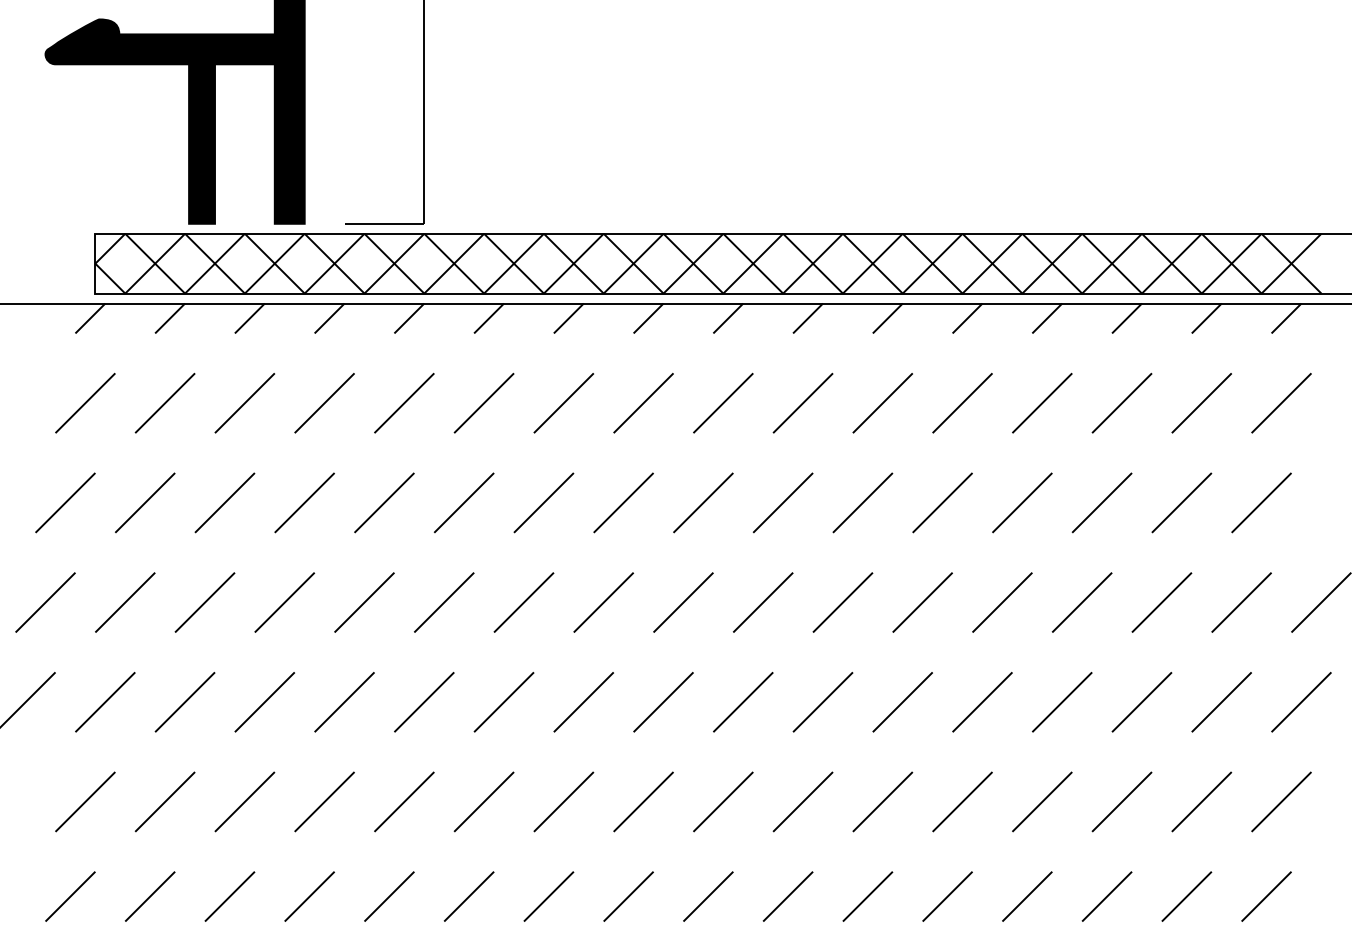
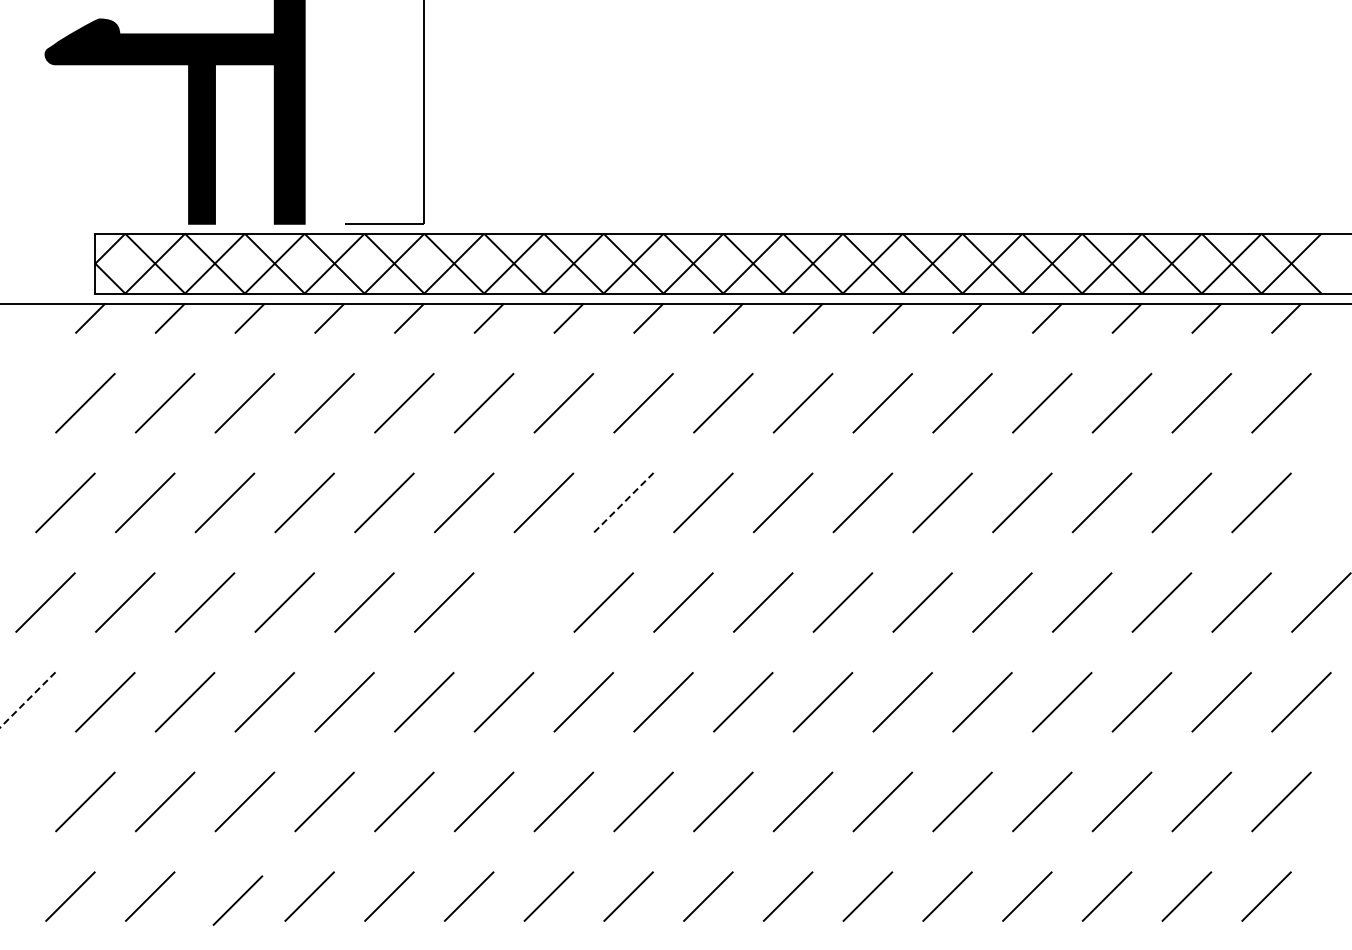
line at (623, 503): solid -> dashed
line at (523, 602): present -> none
line at (28, 699): solid -> dashed
line at (229, 896) position: (229, 896) -> (237, 900)
